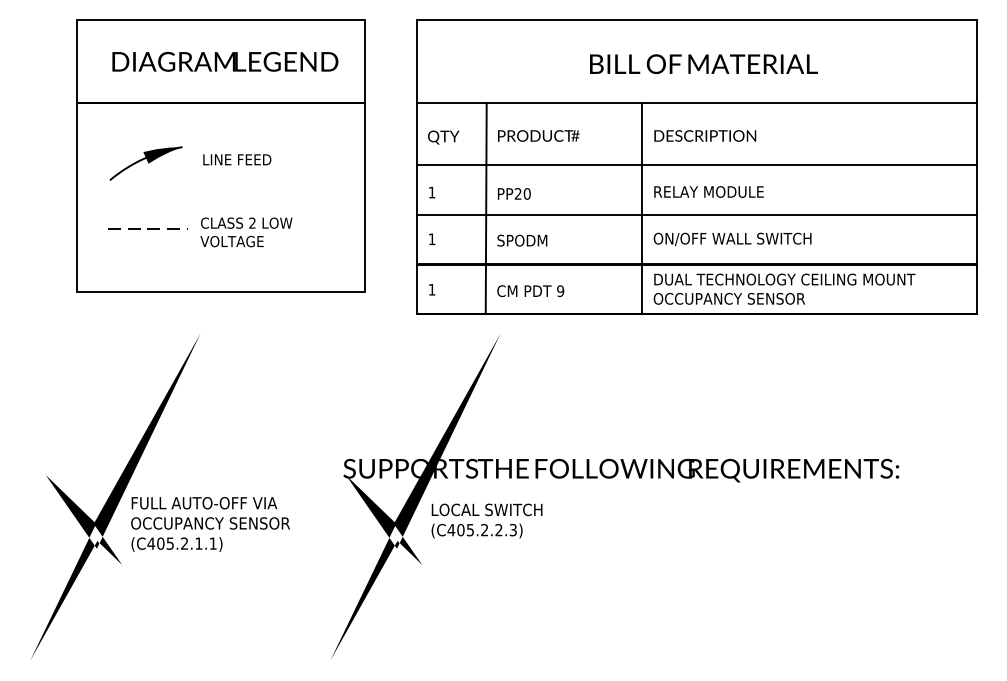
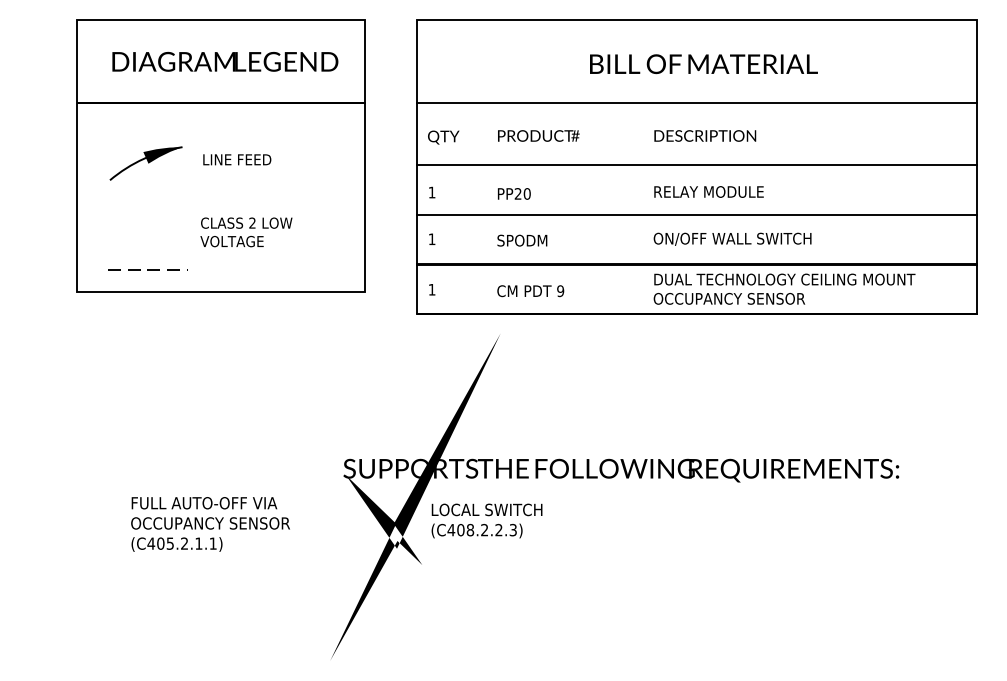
line at (485, 208): present -> none
line at (641, 208): present -> none
line at (147, 228) position: (147, 228) -> (147, 269)
part at (115, 496): present -> none
text at (470, 529): (C405.2.2.3) -> (C408.2.2.3)
